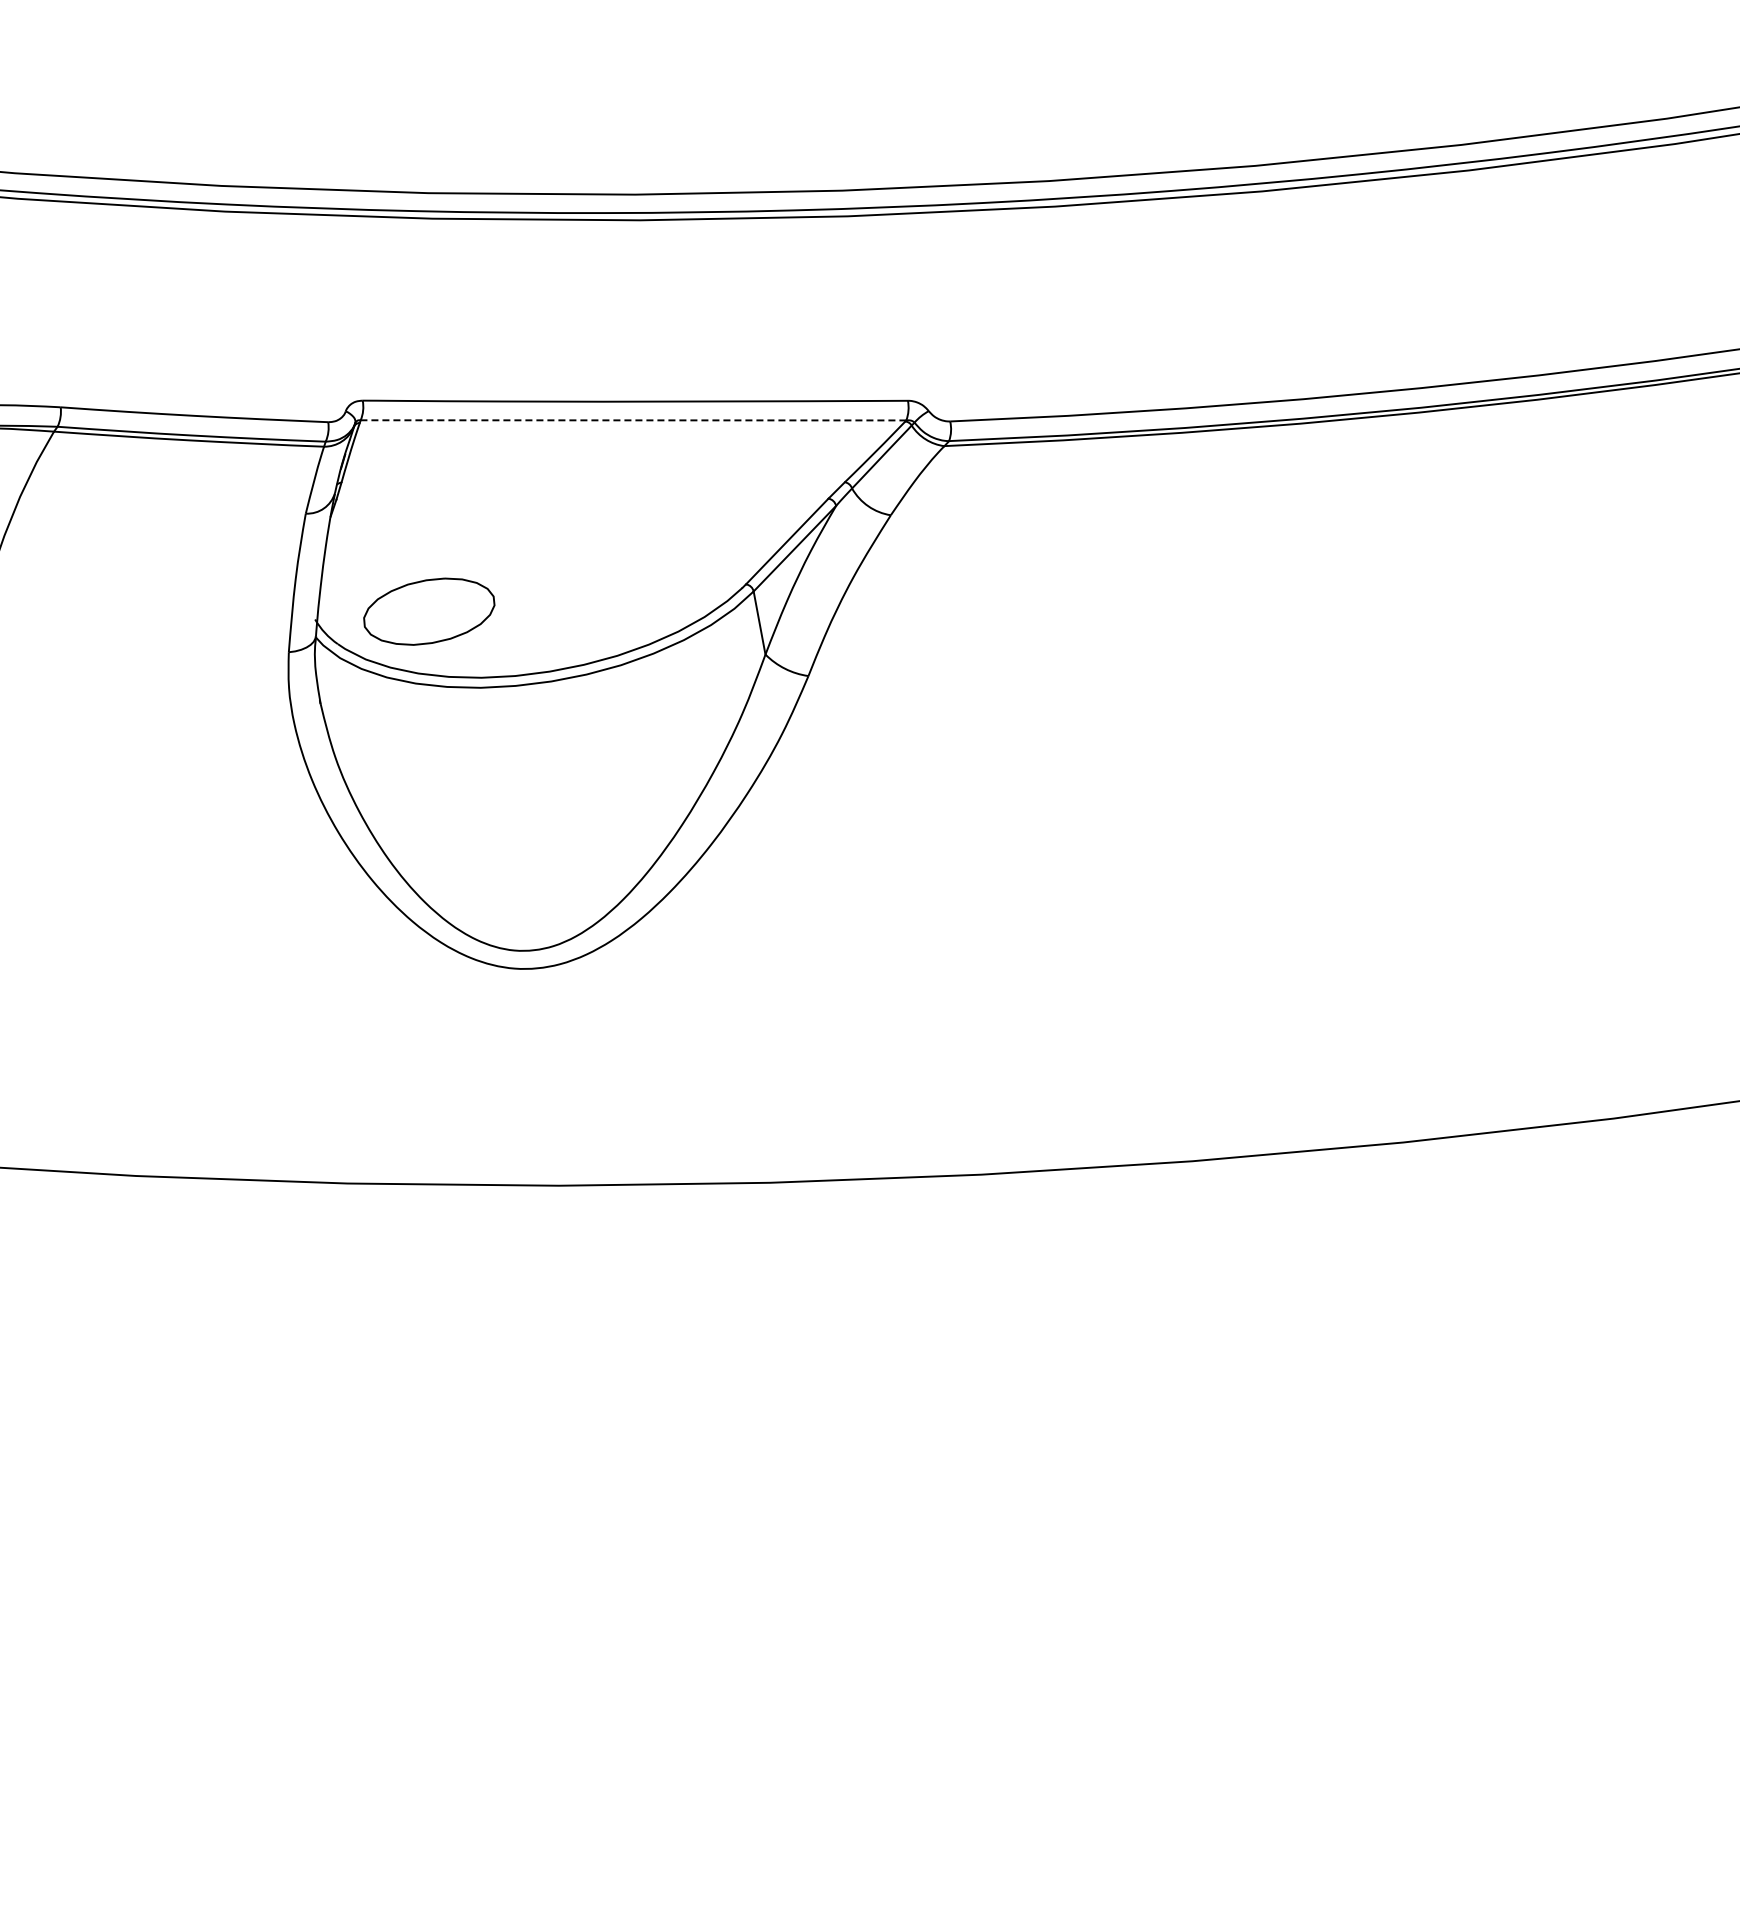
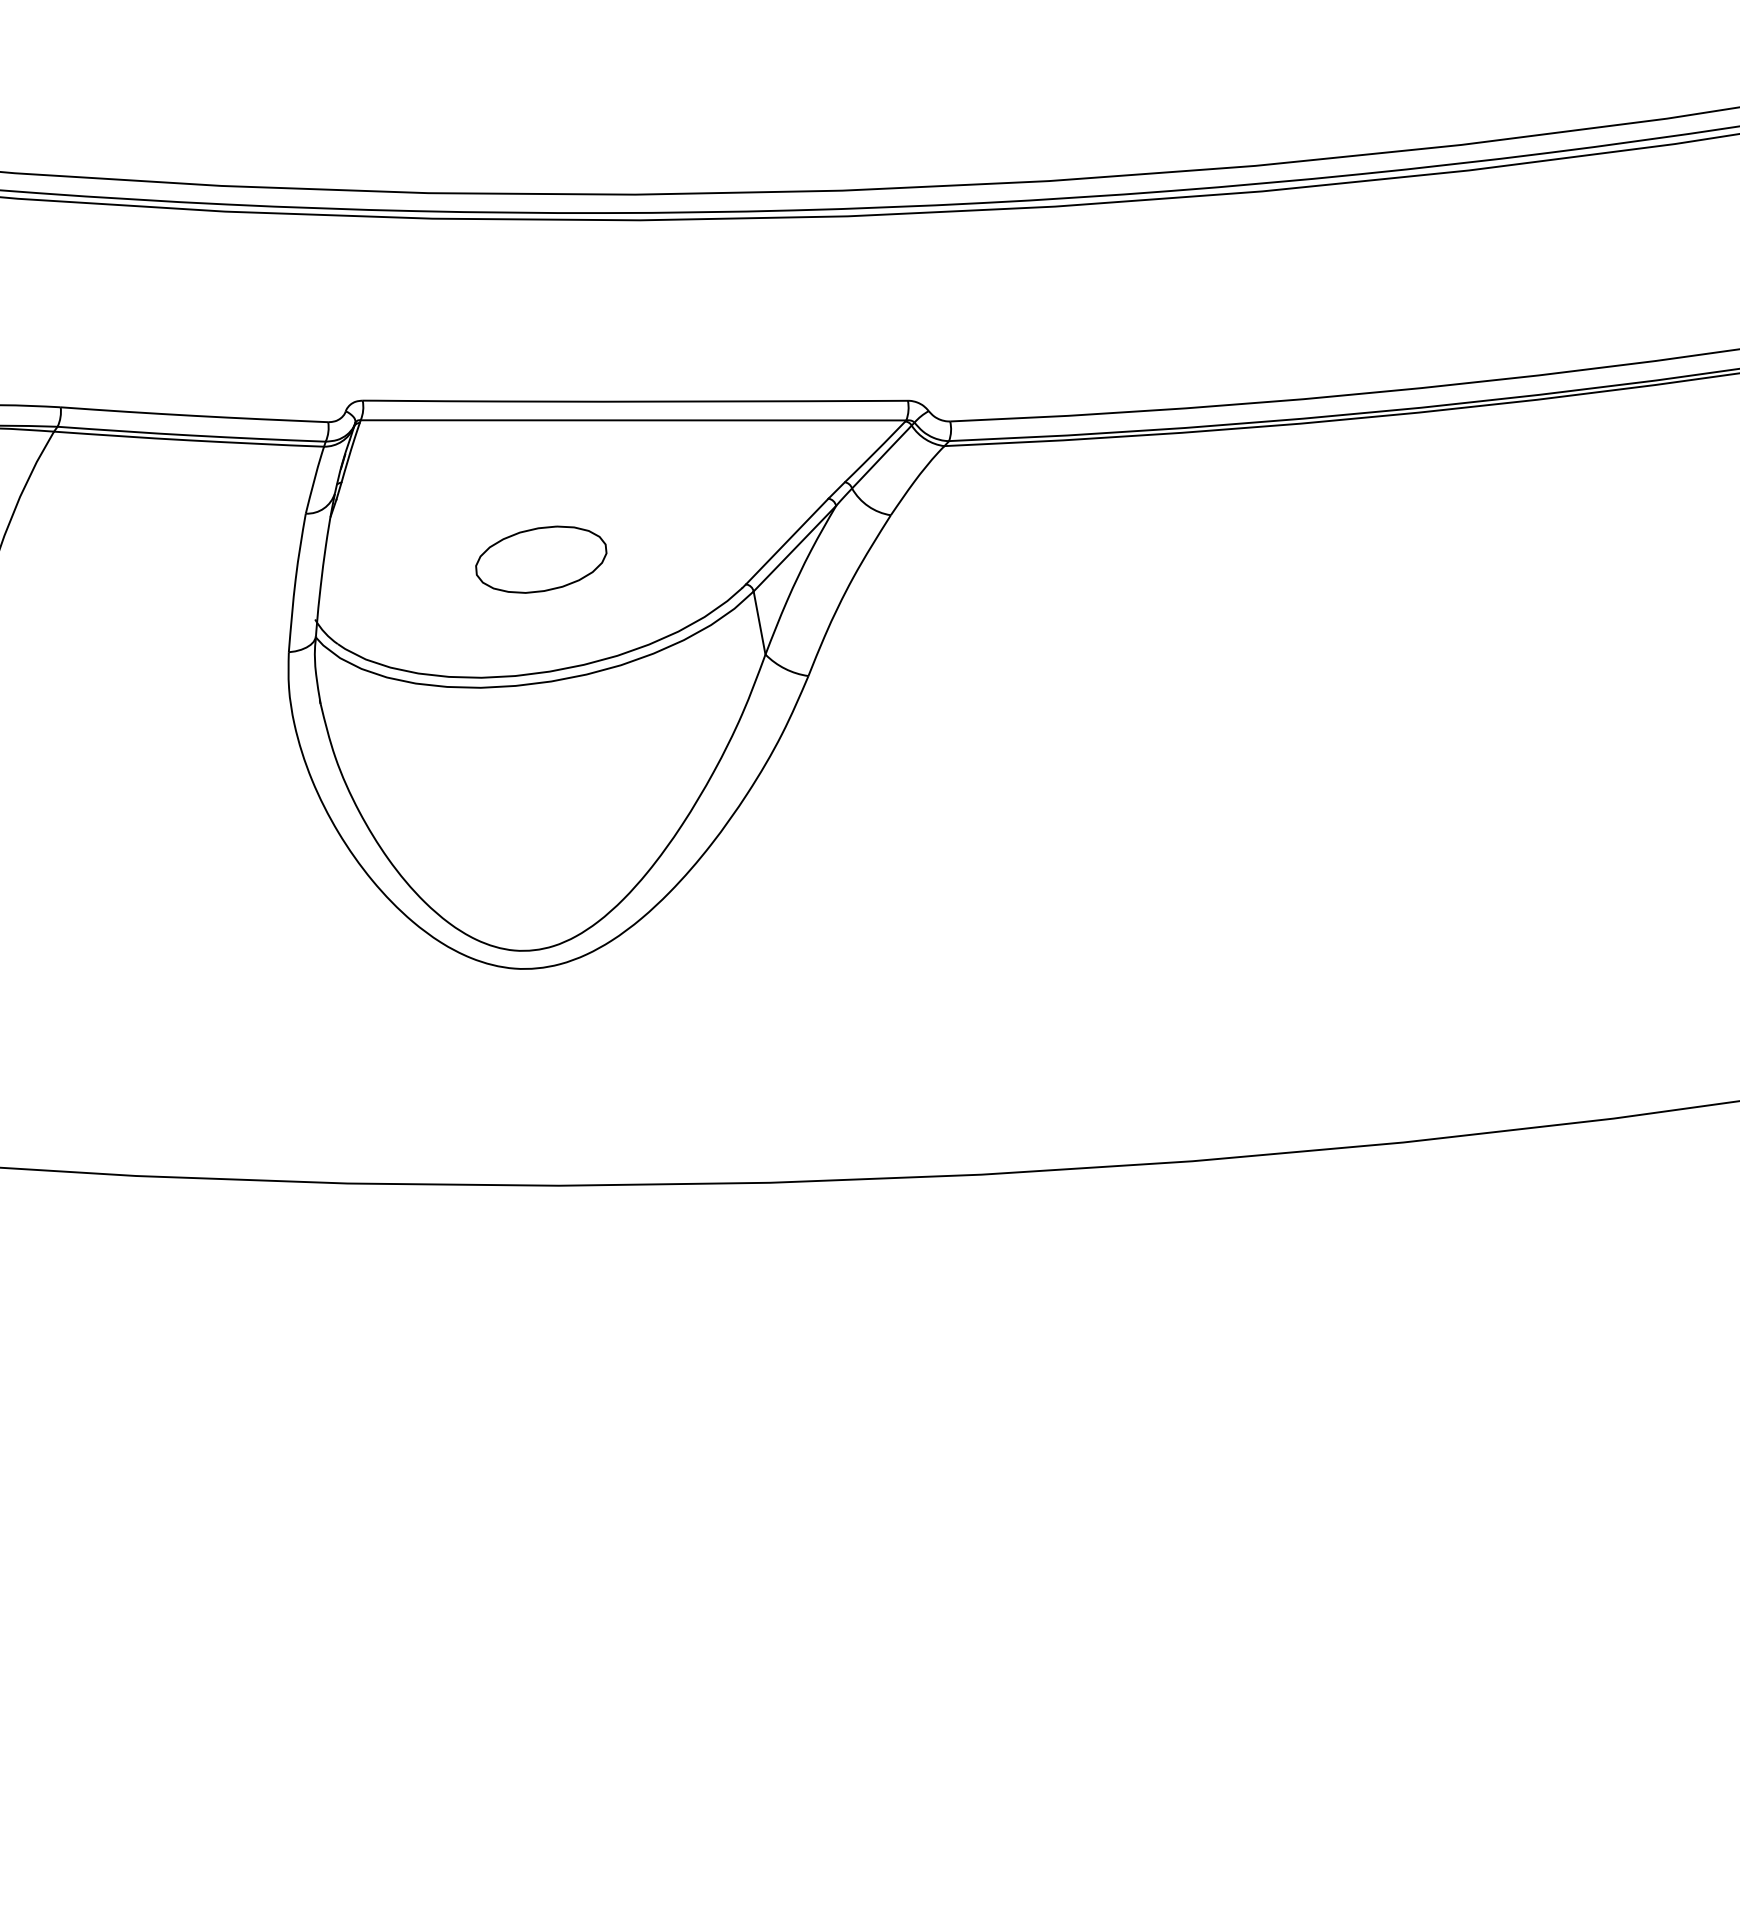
line at (633, 420): dashed -> solid
part at (429, 611) position: (429, 611) -> (541, 559)
